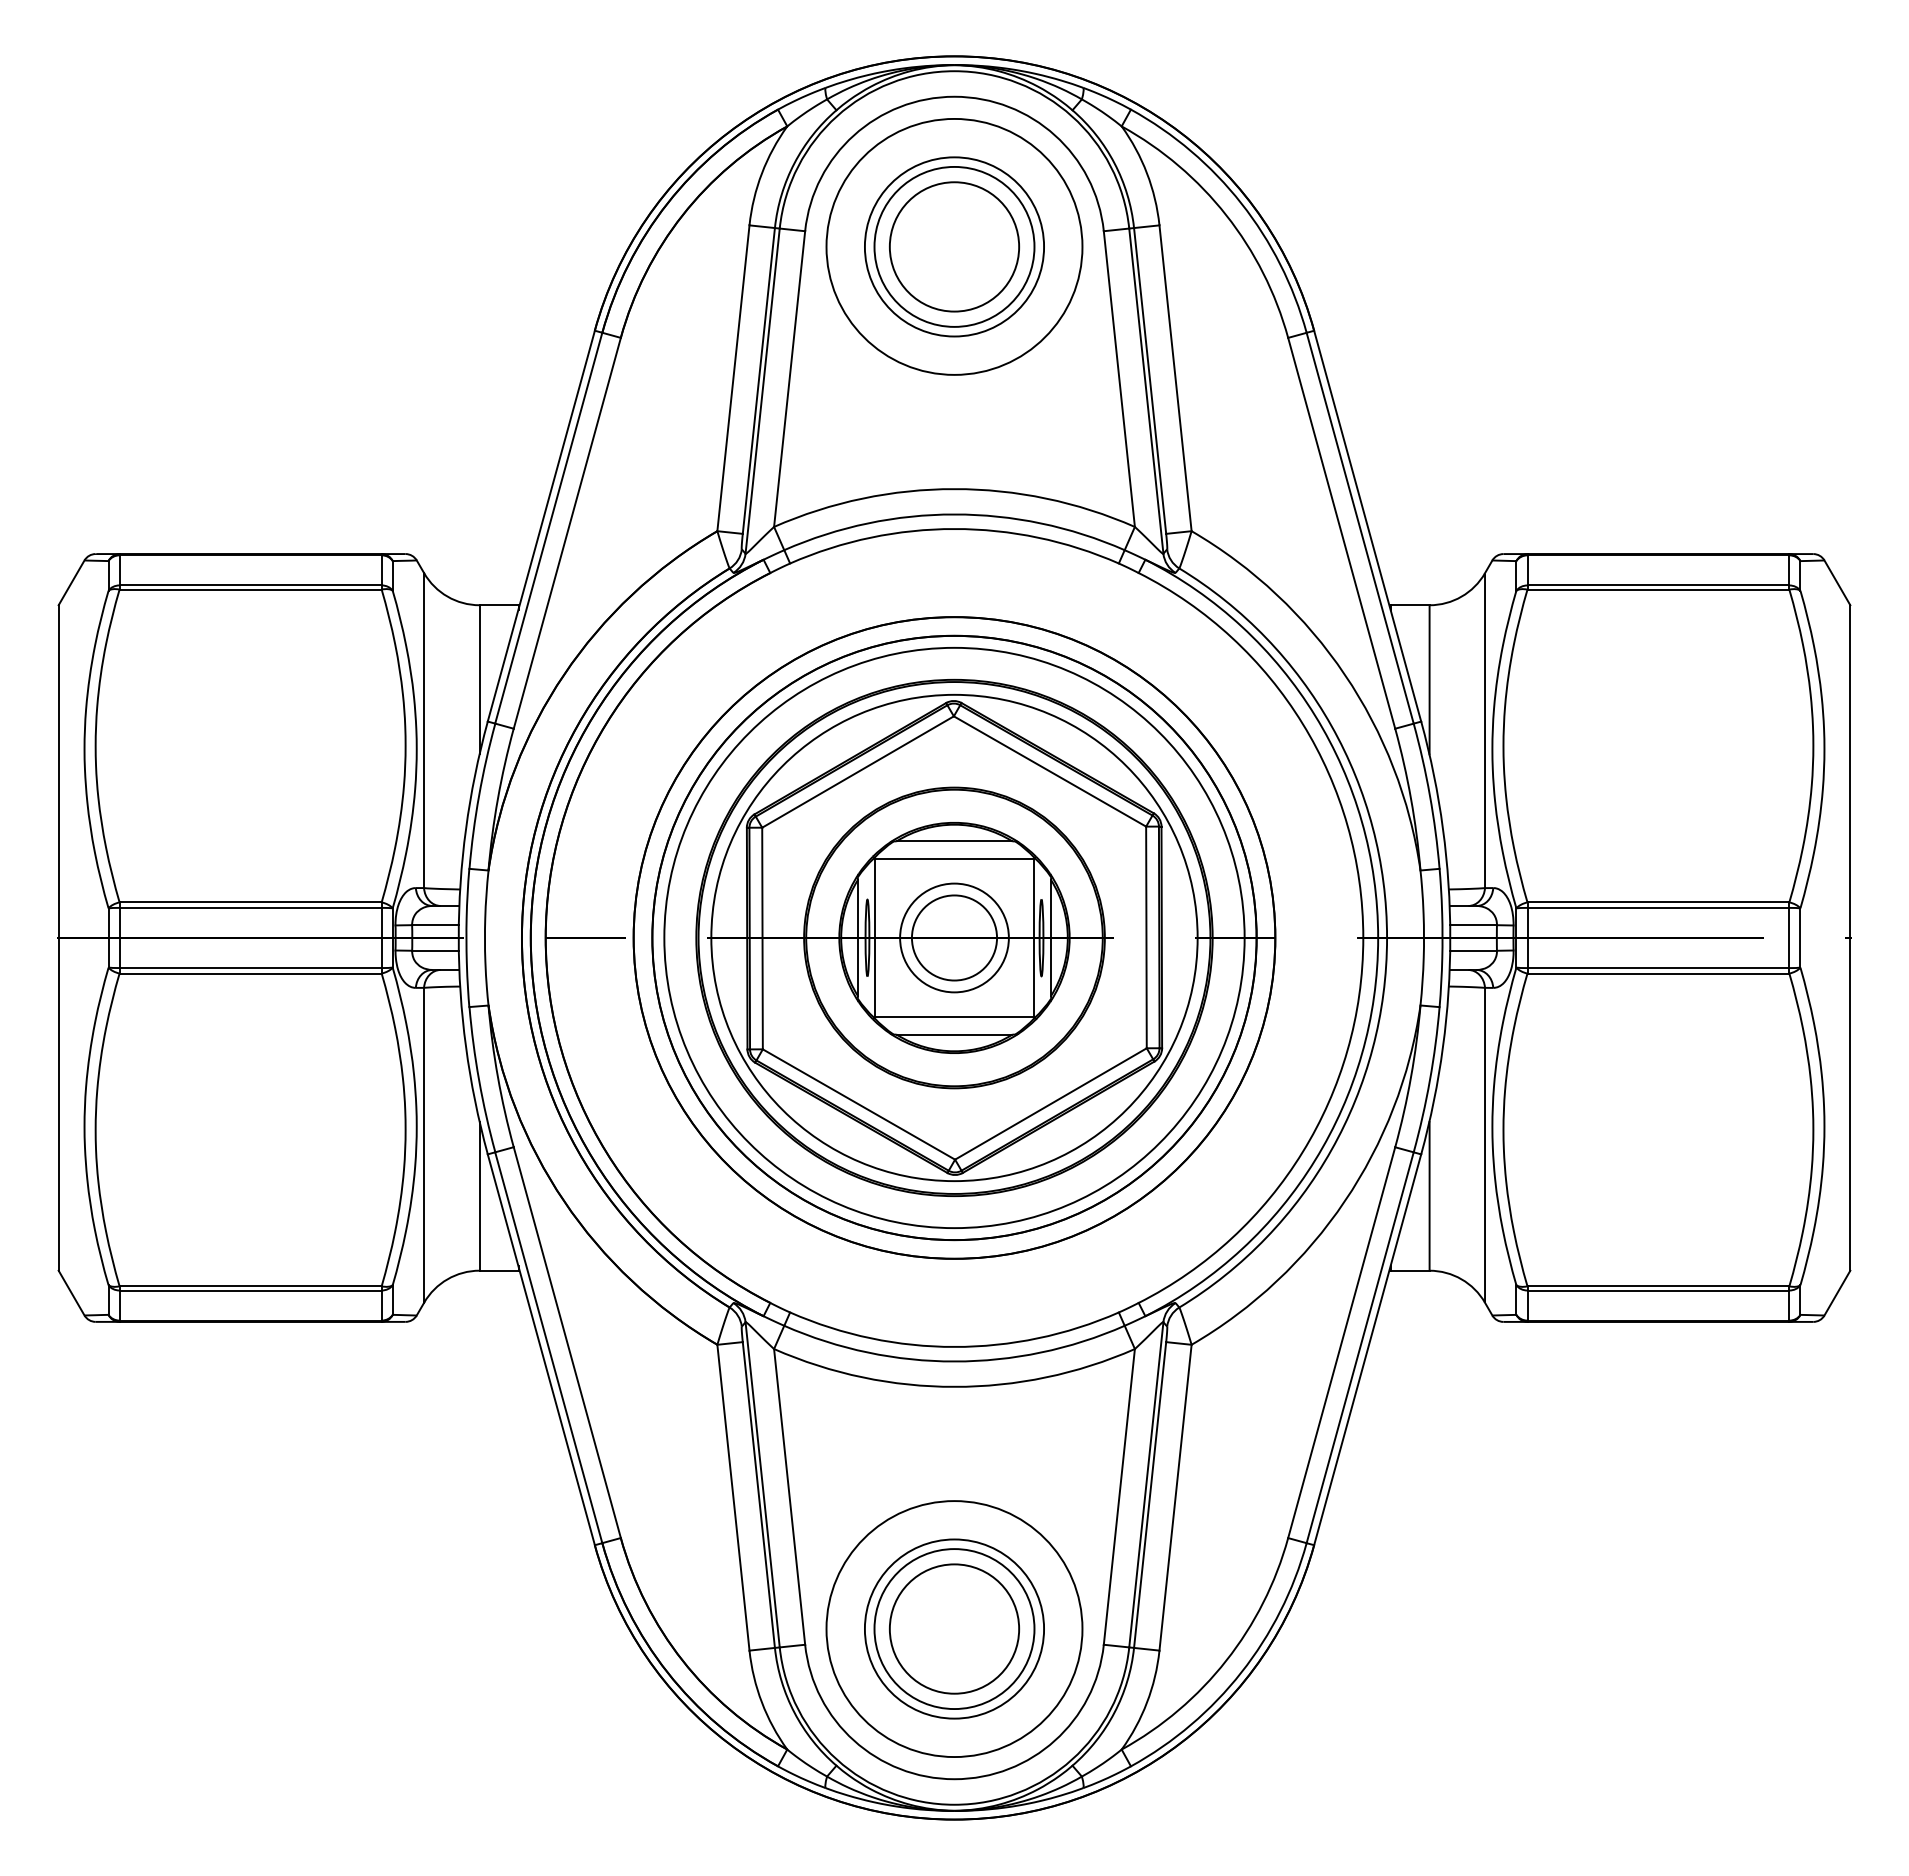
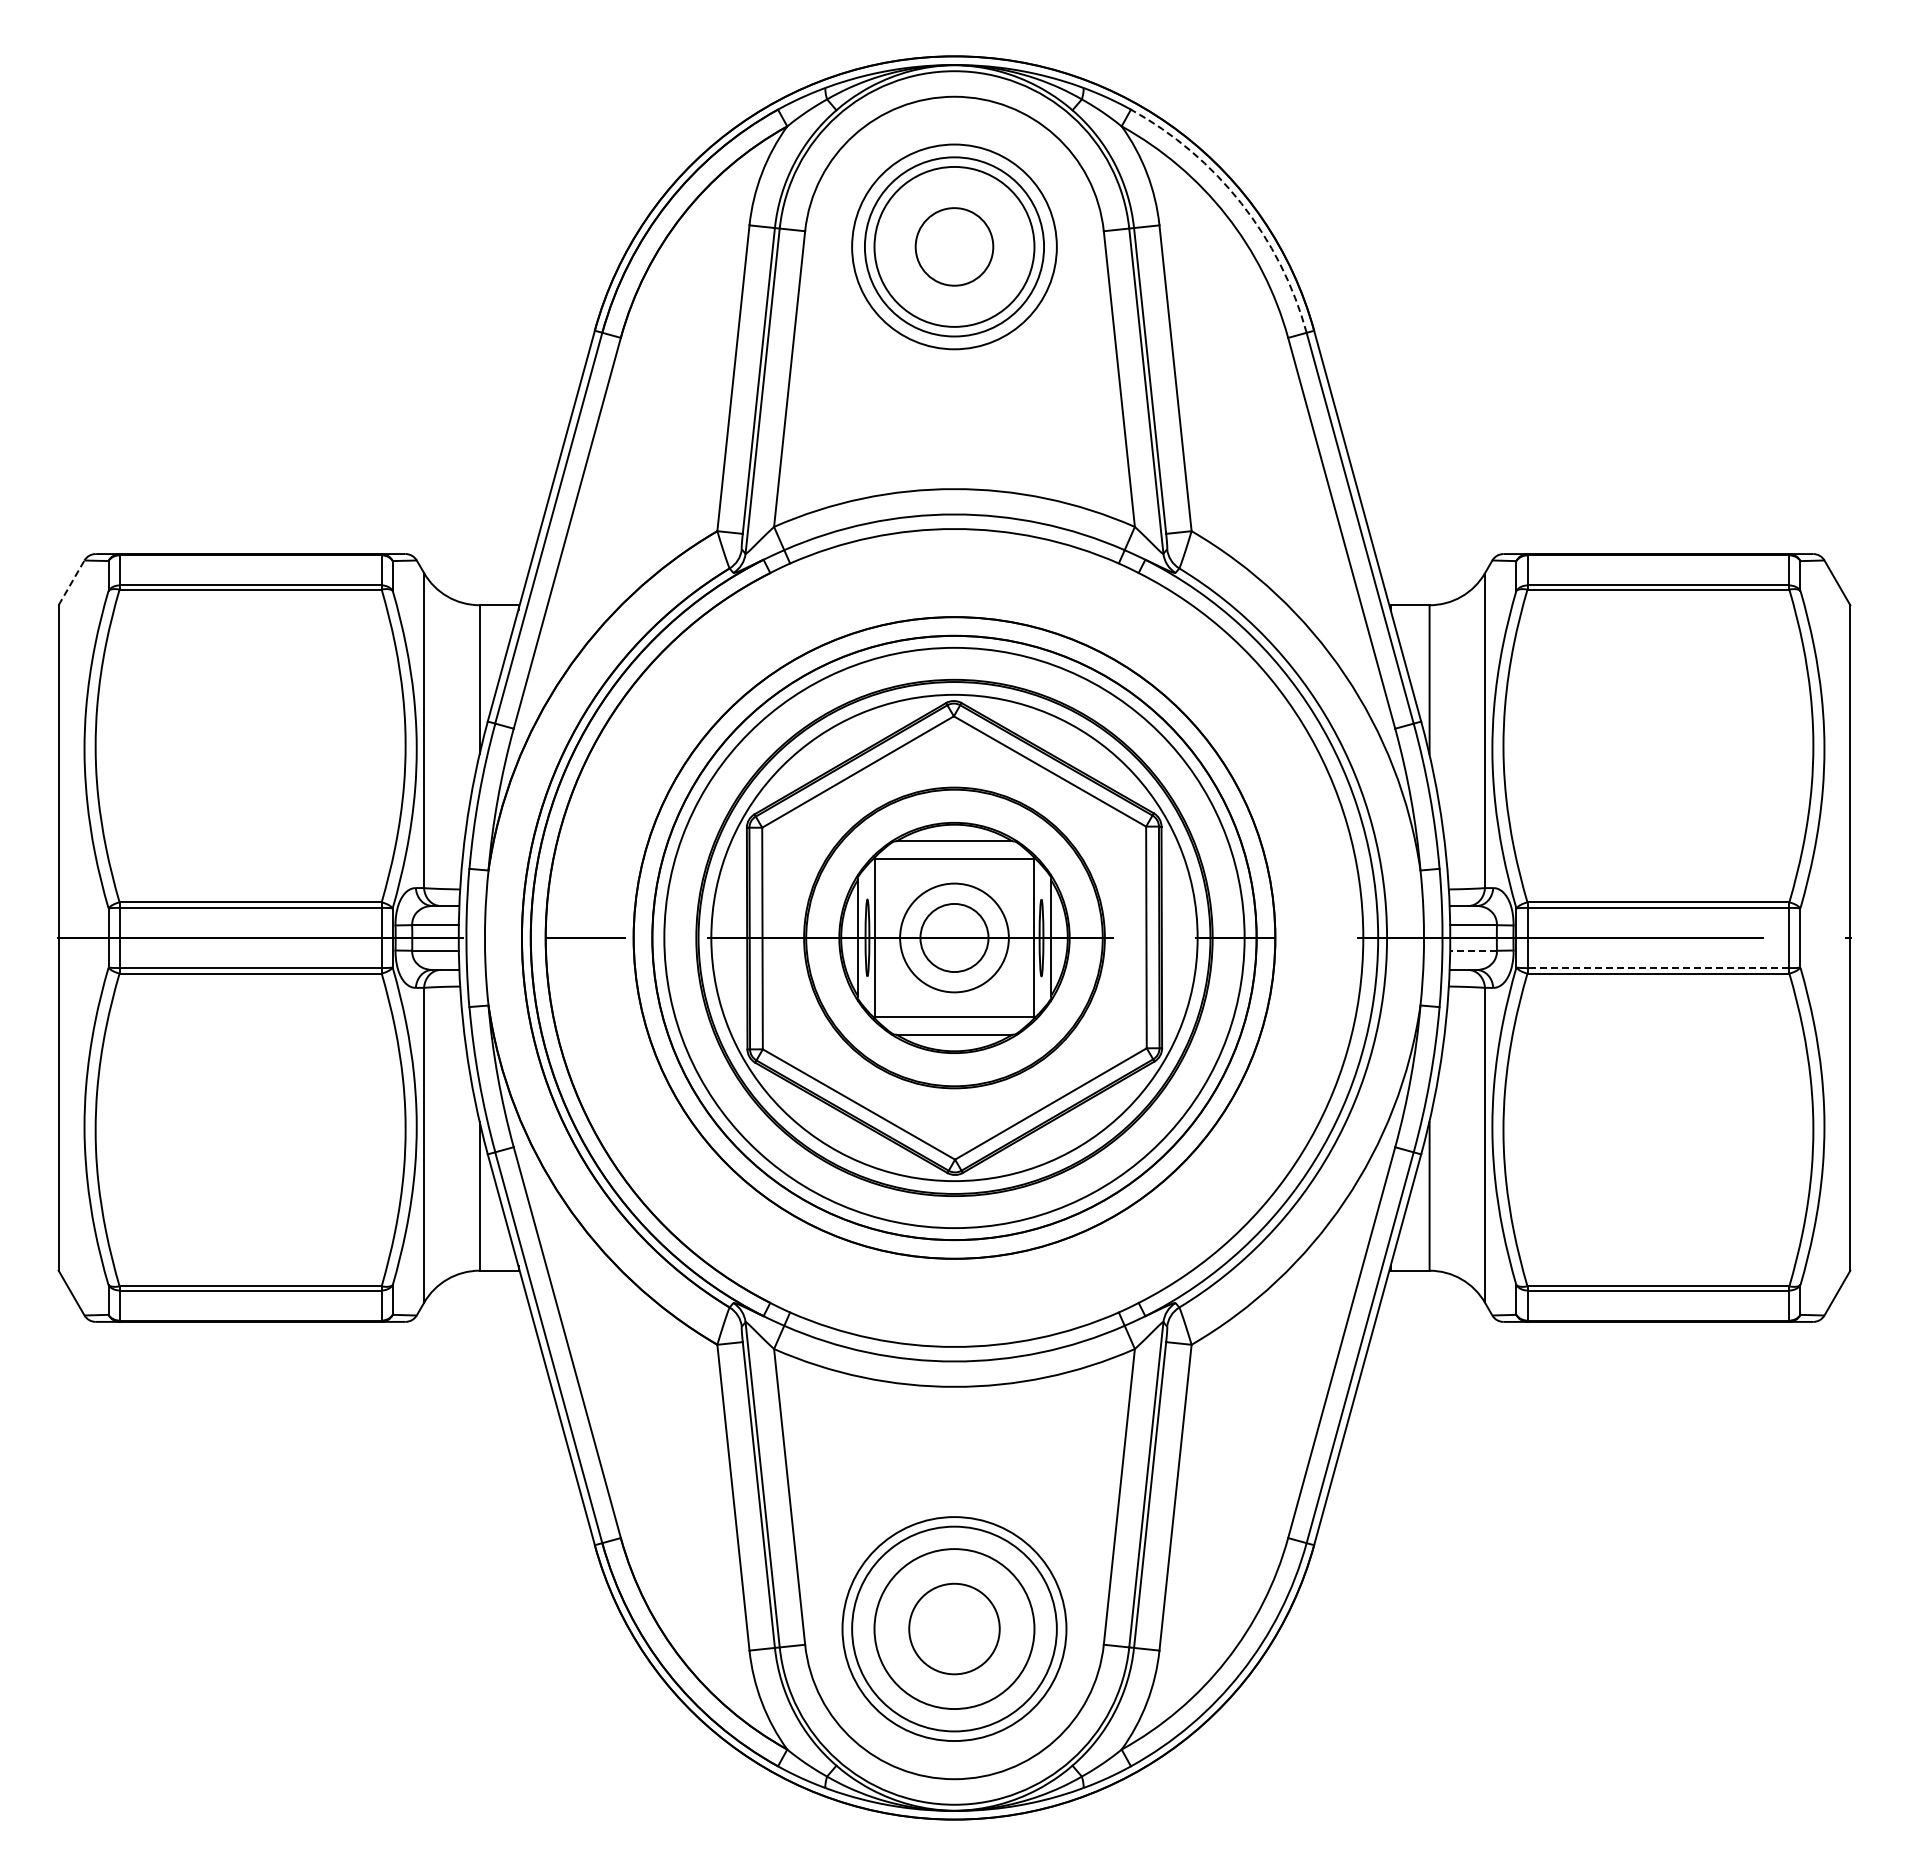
arc at (1241, 203): solid -> dashed
circle at (954, 246) diameter: 129 px -> 78 px
circle at (954, 246) diameter: 256 px -> 205 px
line at (71, 582): solid -> dashed
circle at (954, 937) diameter: 85 px -> 68 px
line at (1473, 950): solid -> dashed
line at (1658, 968): solid -> dashed
circle at (954, 1628) diameter: 129 px -> 91 px
circle at (954, 1628) diameter: 179 px -> 224 px
circle at (954, 1629) diameter: 256 px -> 205 px
